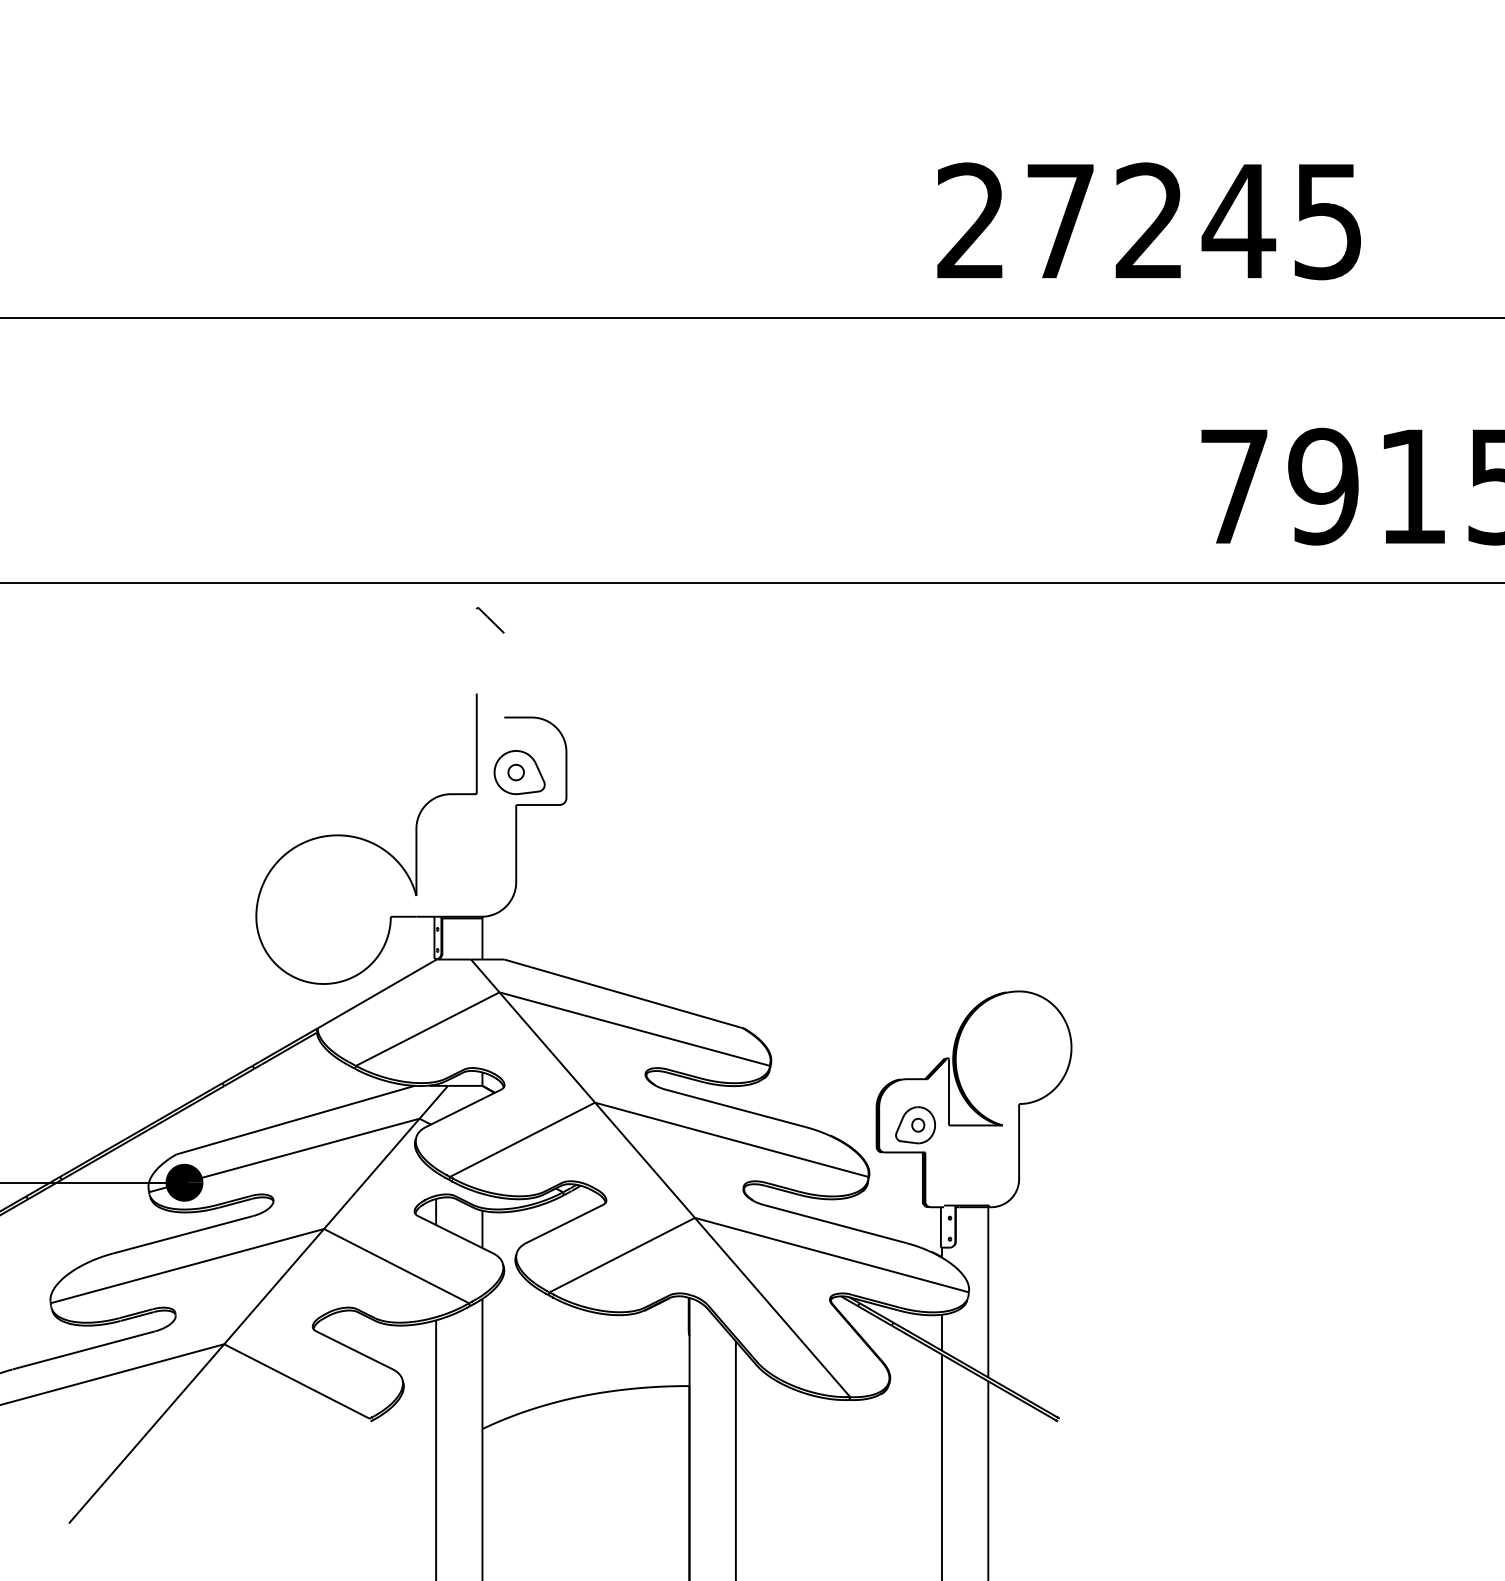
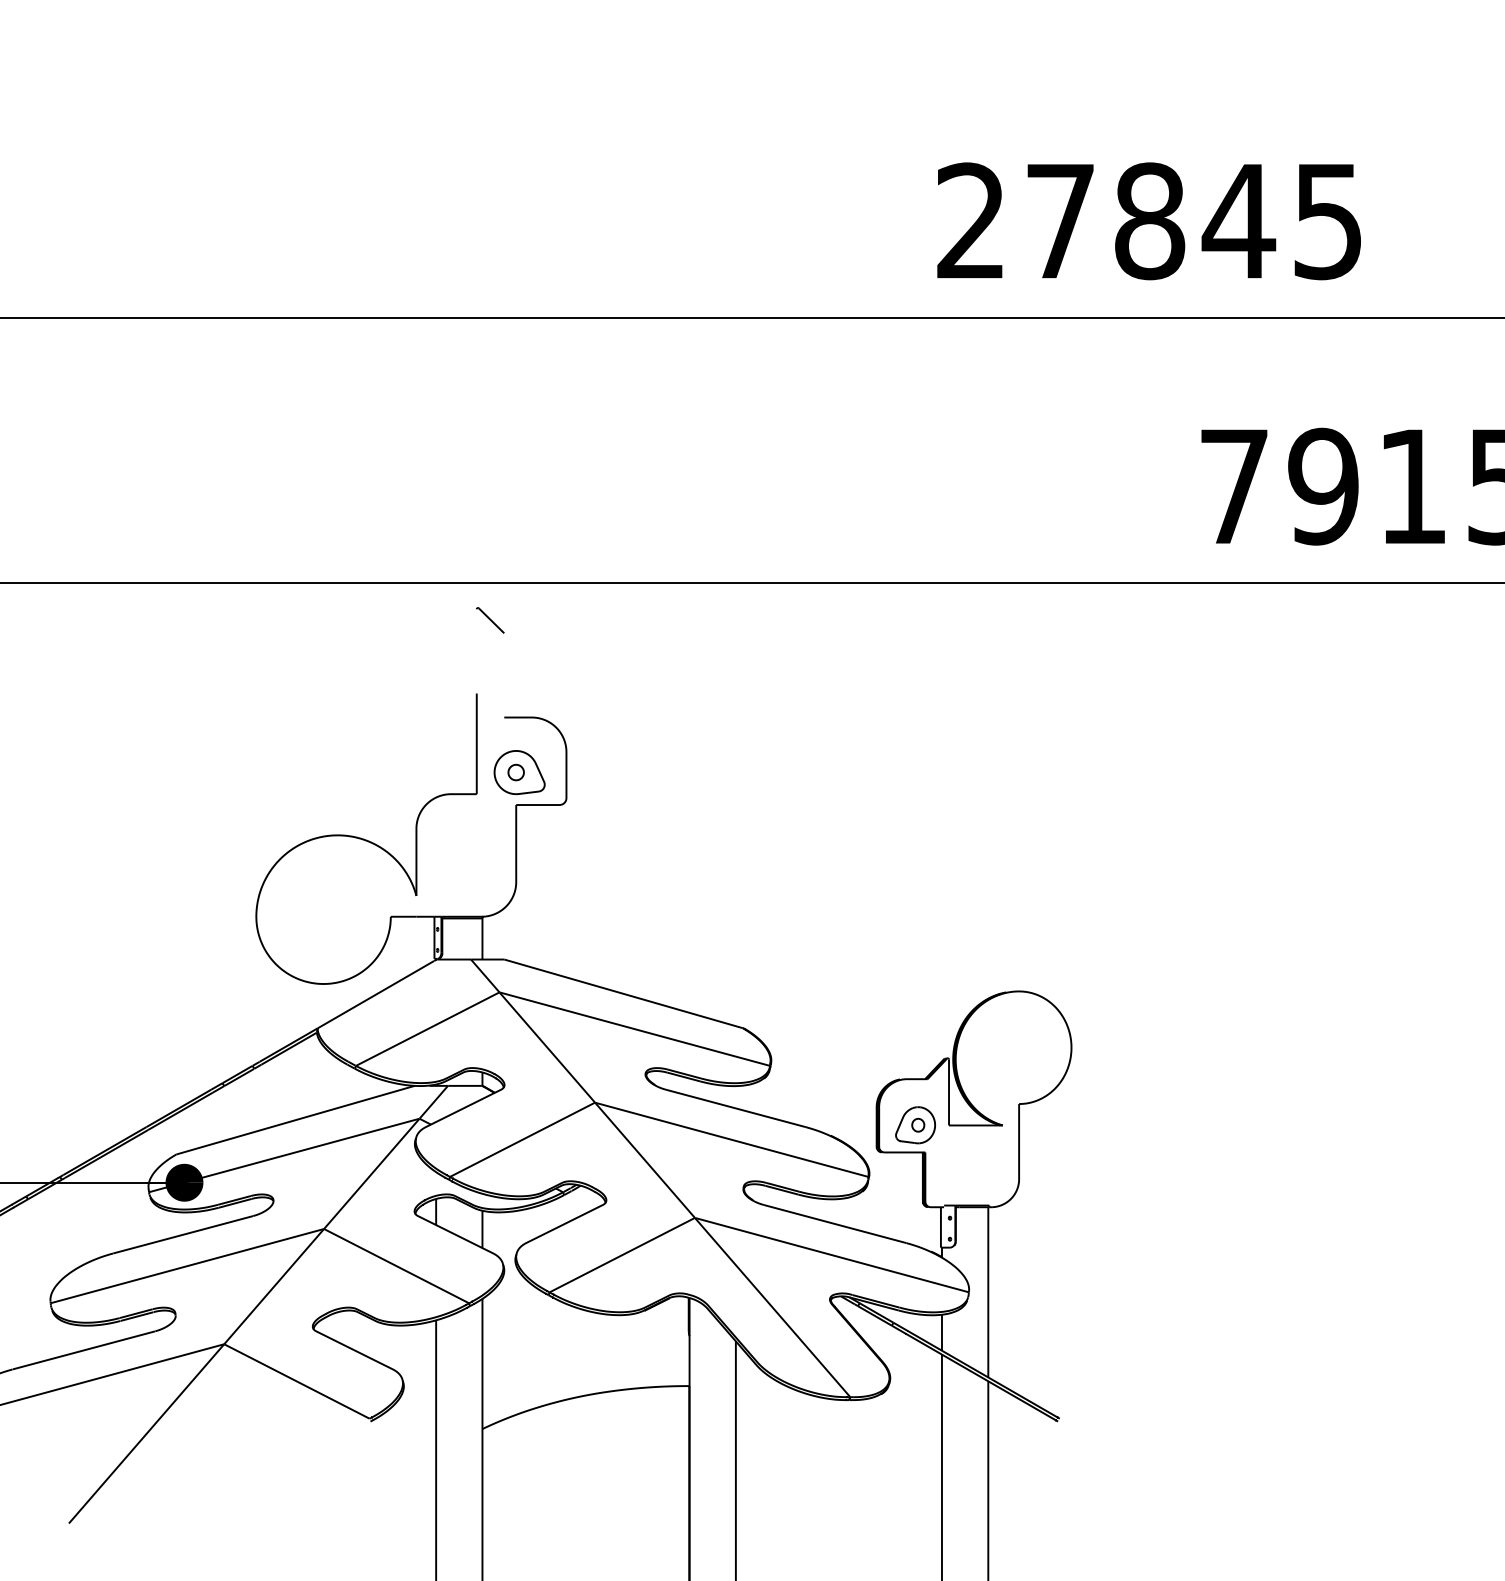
text at (1150, 221): 27245 -> 27845
